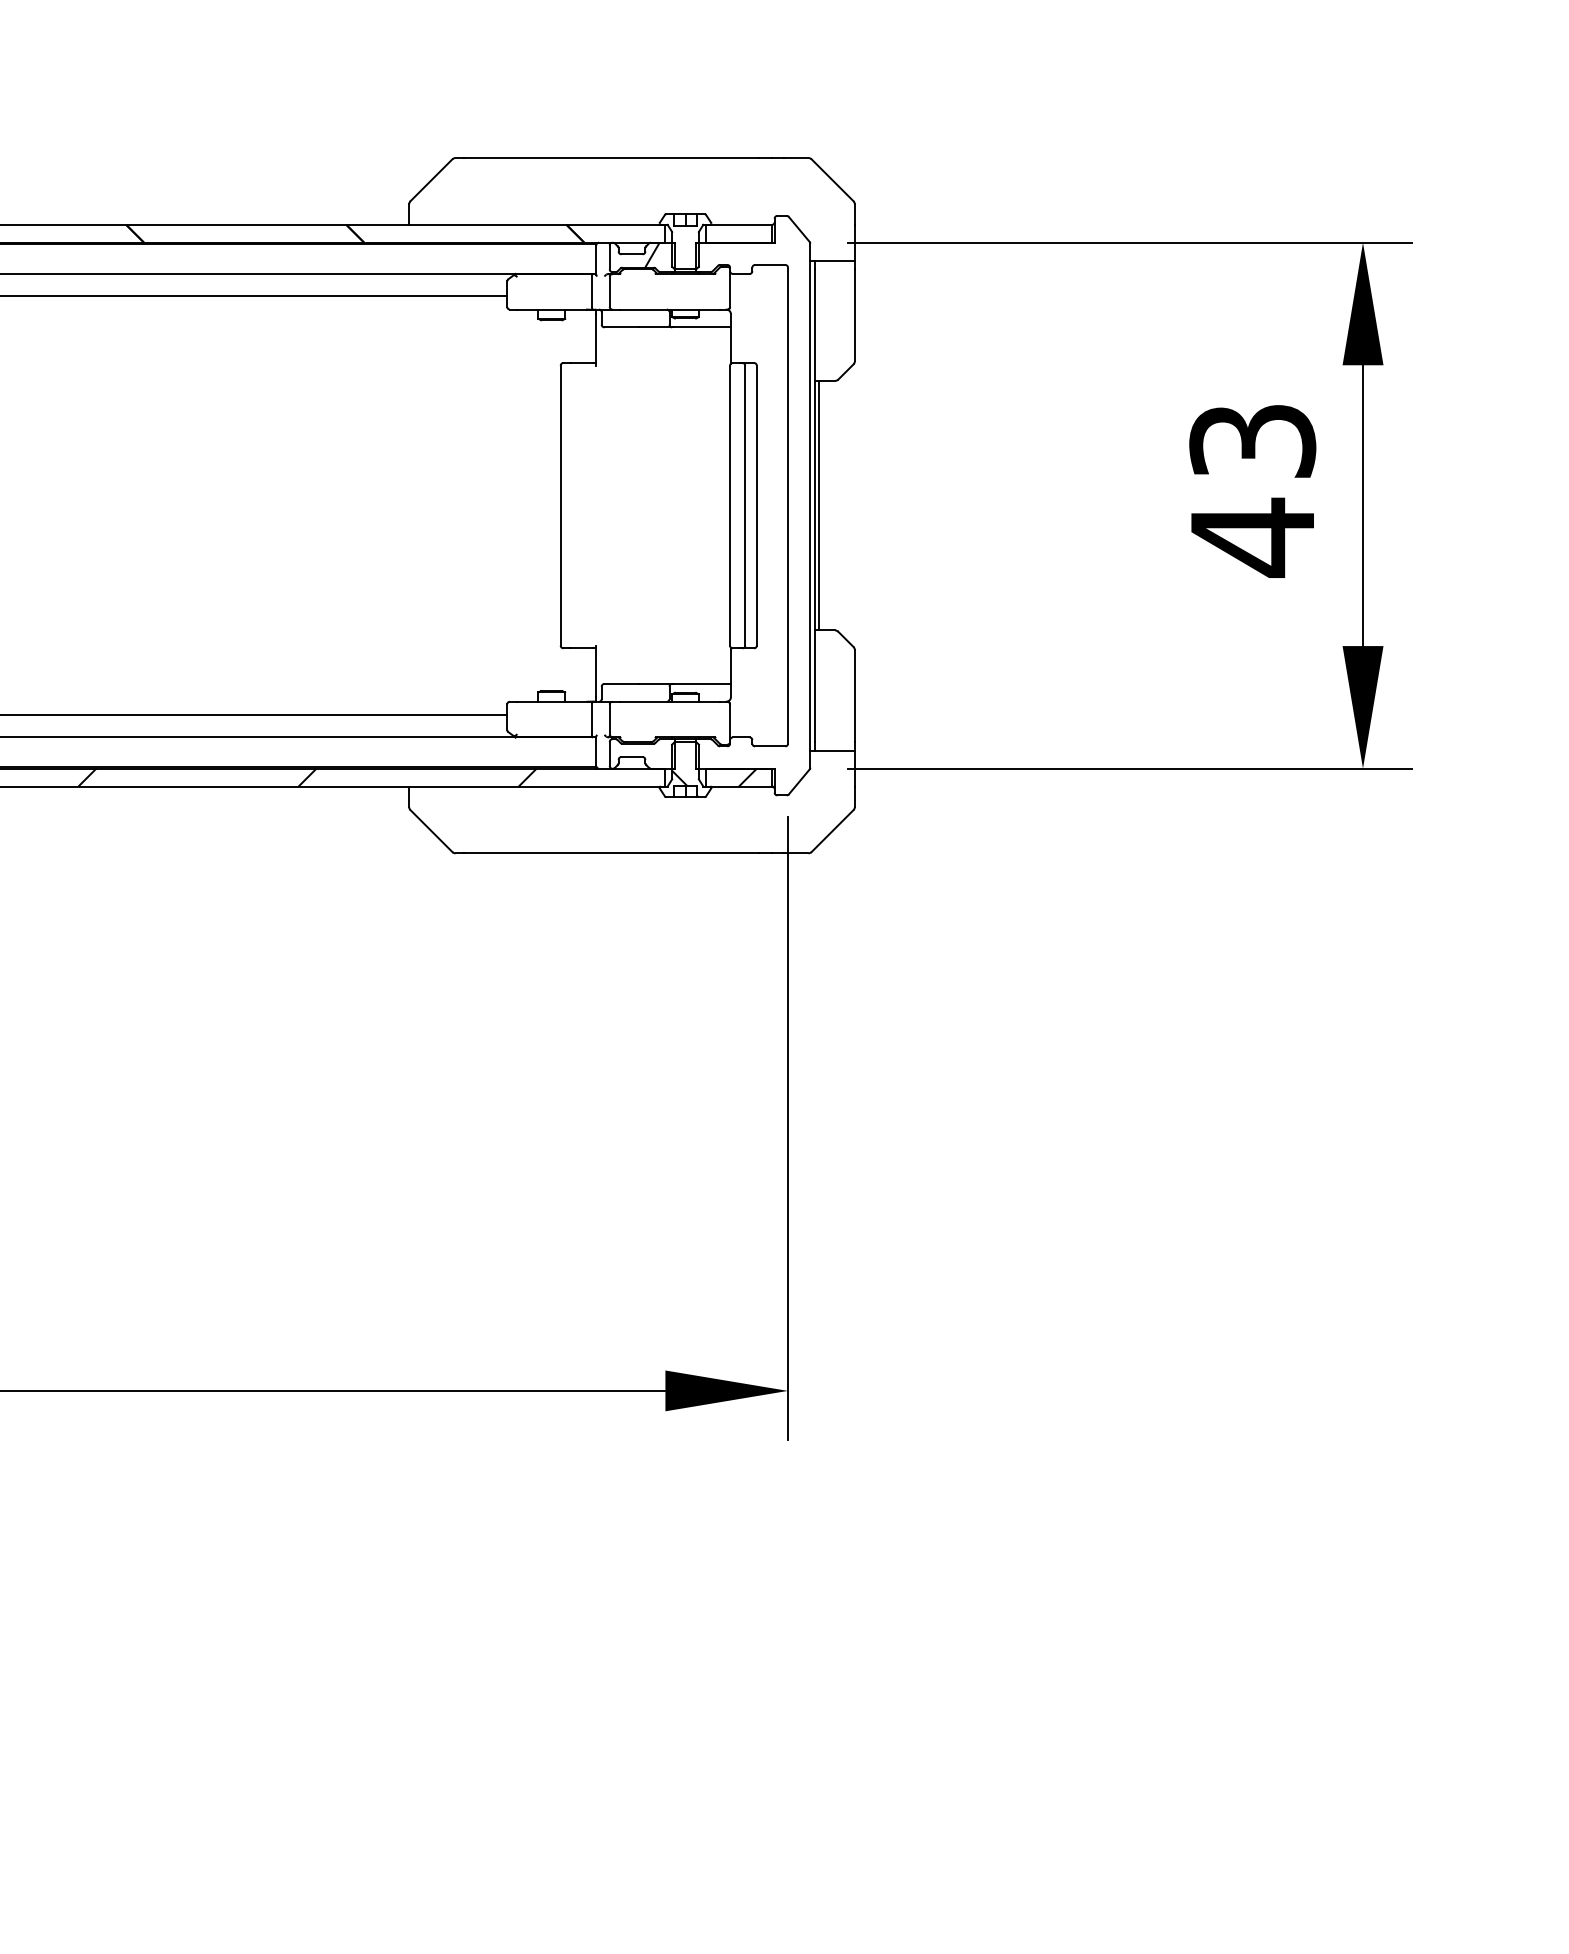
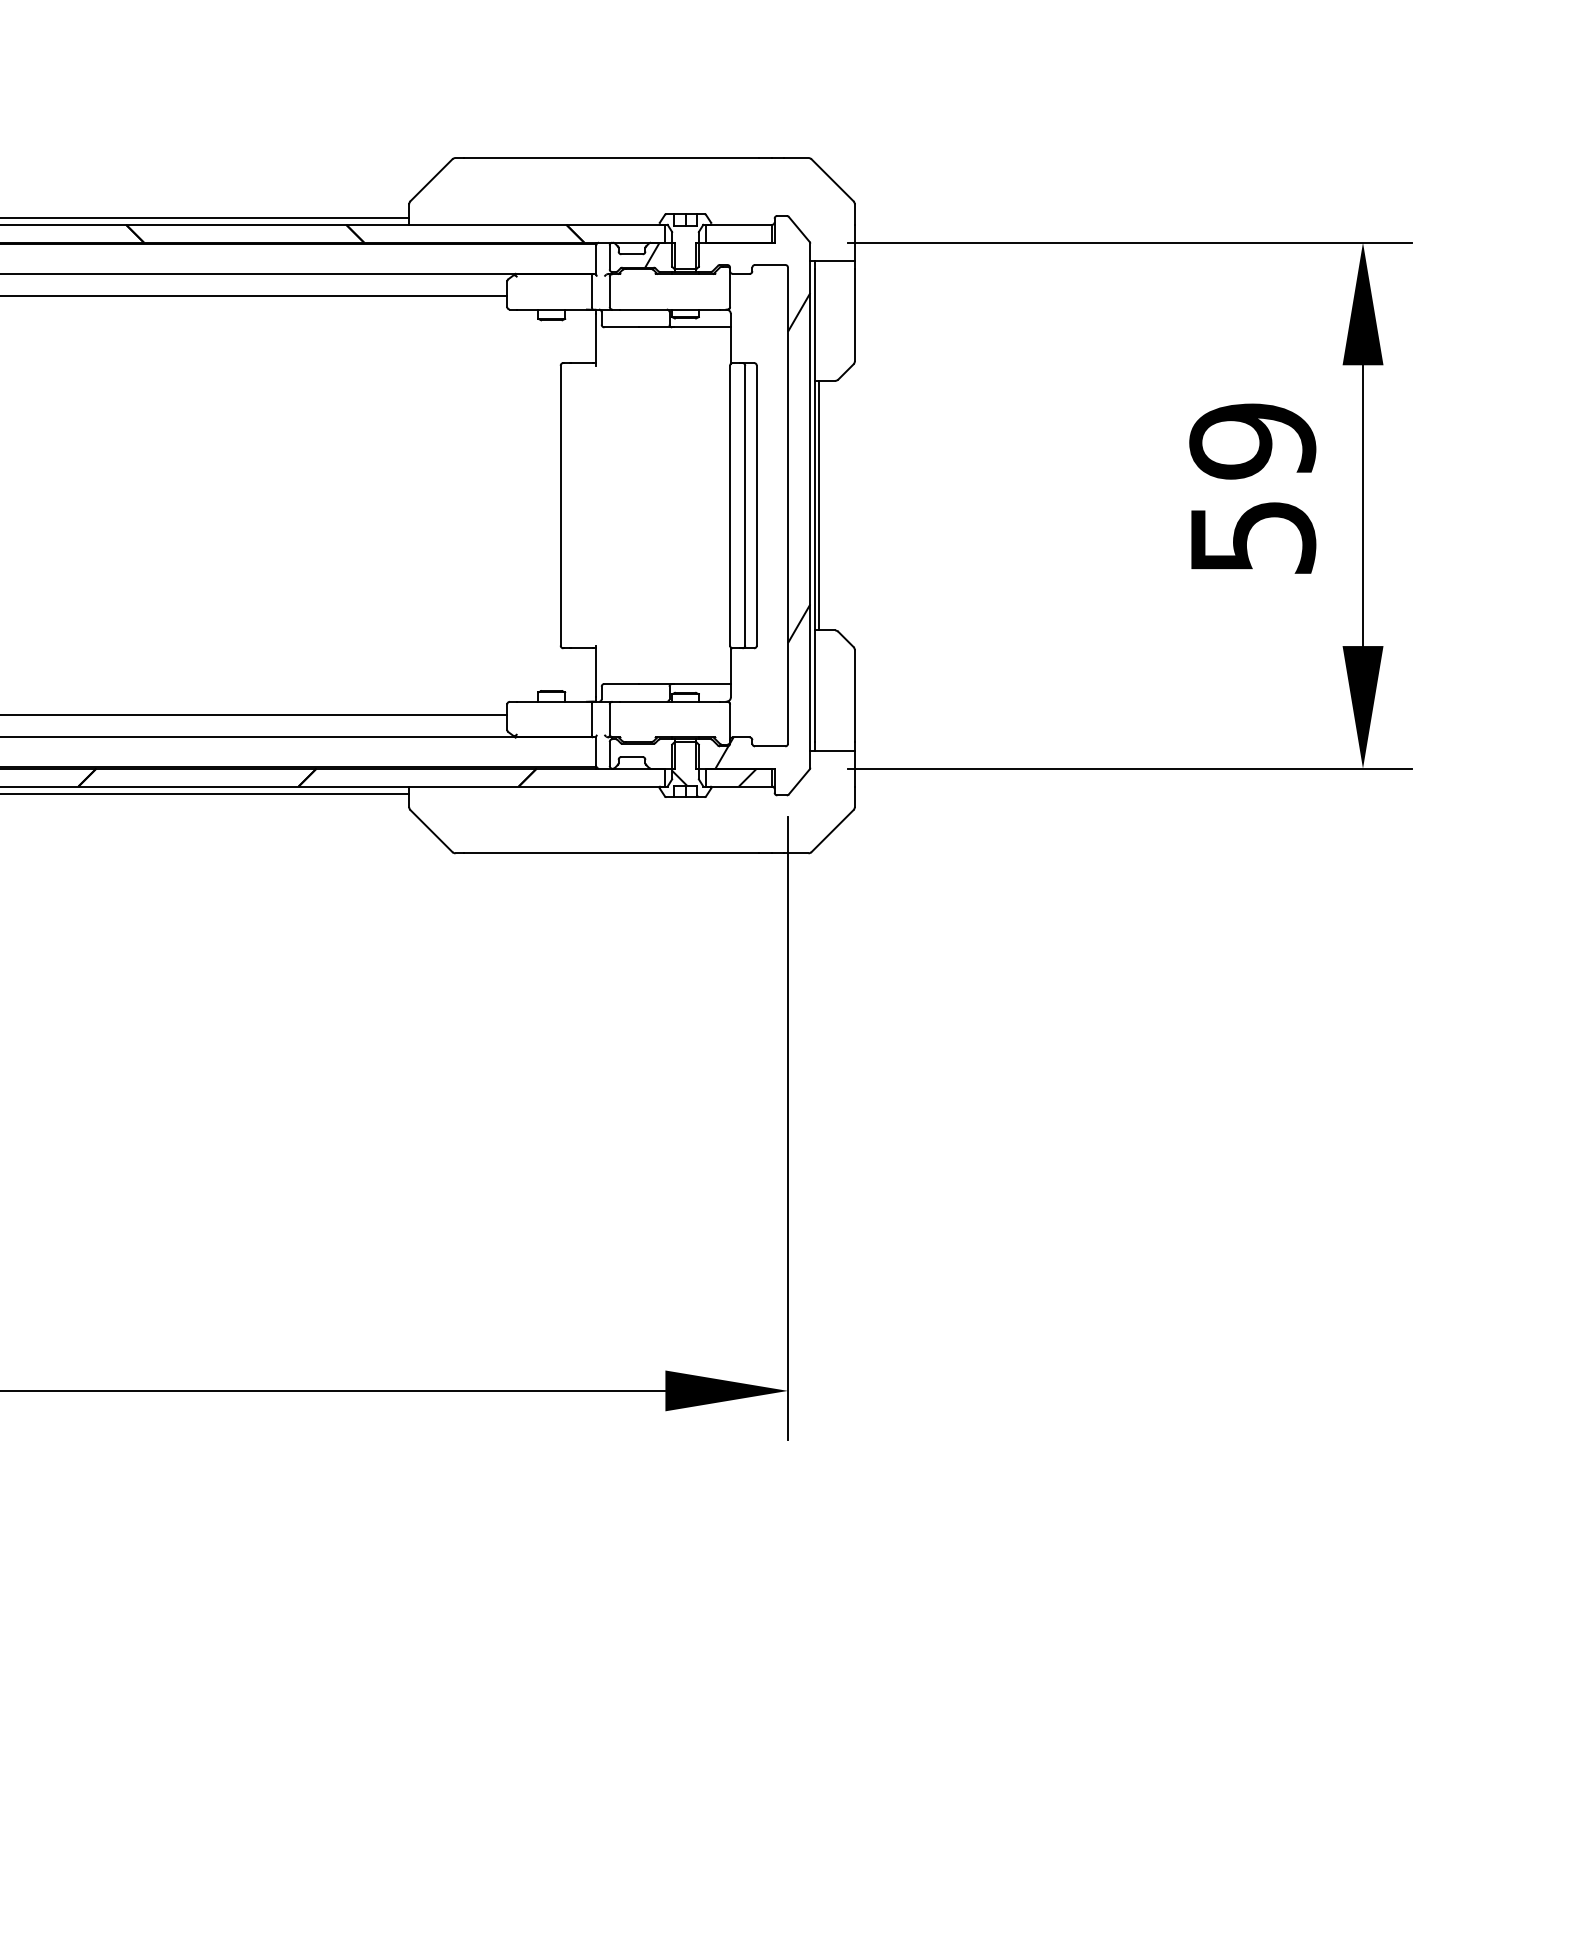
line at (205, 217): none -> present
text at (1252, 490): 43 -> 59
hatch at (762, 530): none -> present
hatch at (307, 777): none -> present
line at (205, 793): none -> present
